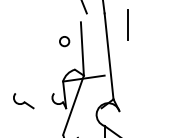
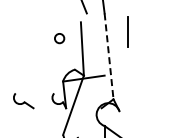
line at (127, 24) position: (127, 24) -> (127, 31)
circle at (64, 41) position: (64, 41) -> (59, 38)
line at (109, 56): solid -> dashed
